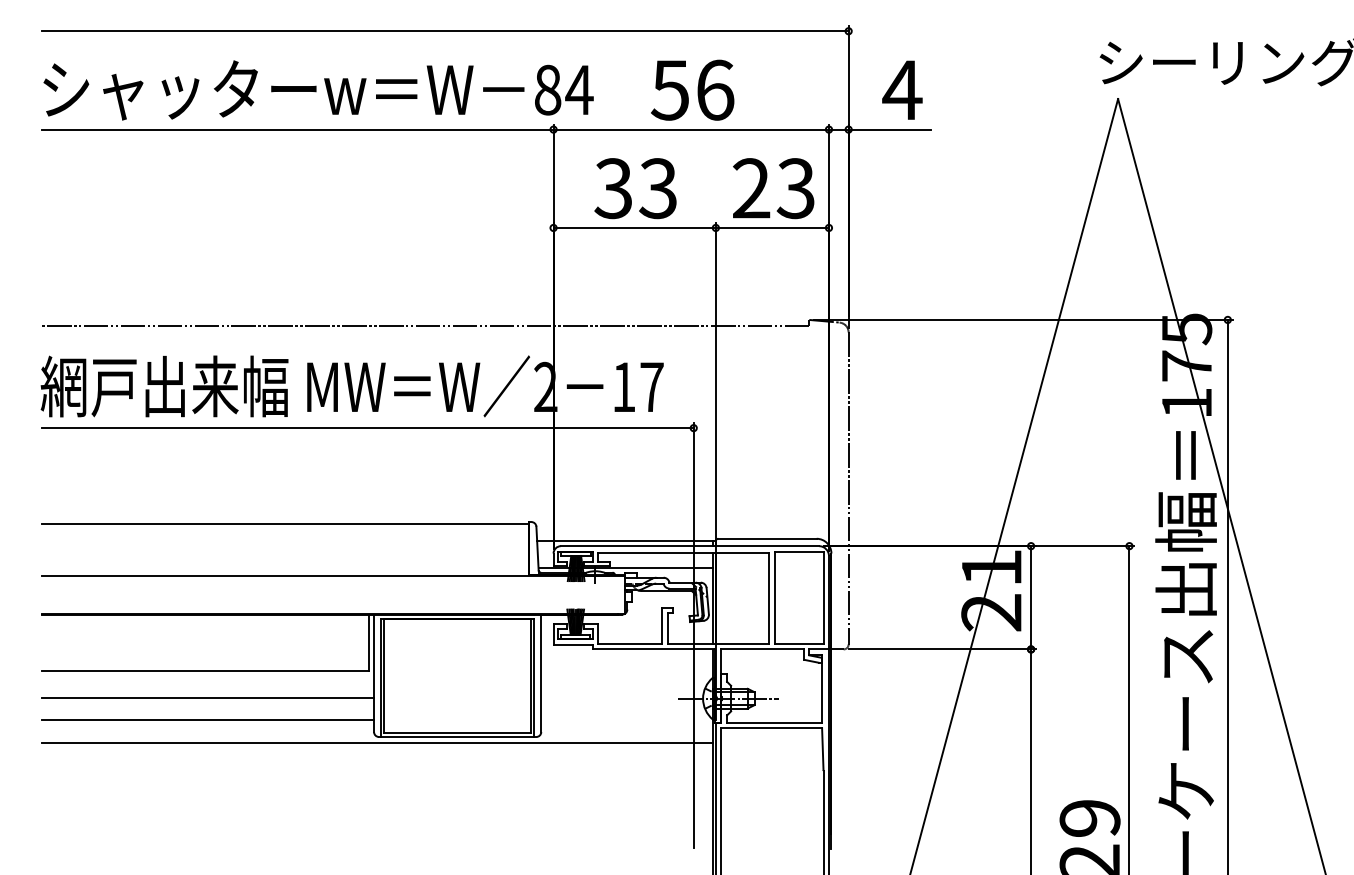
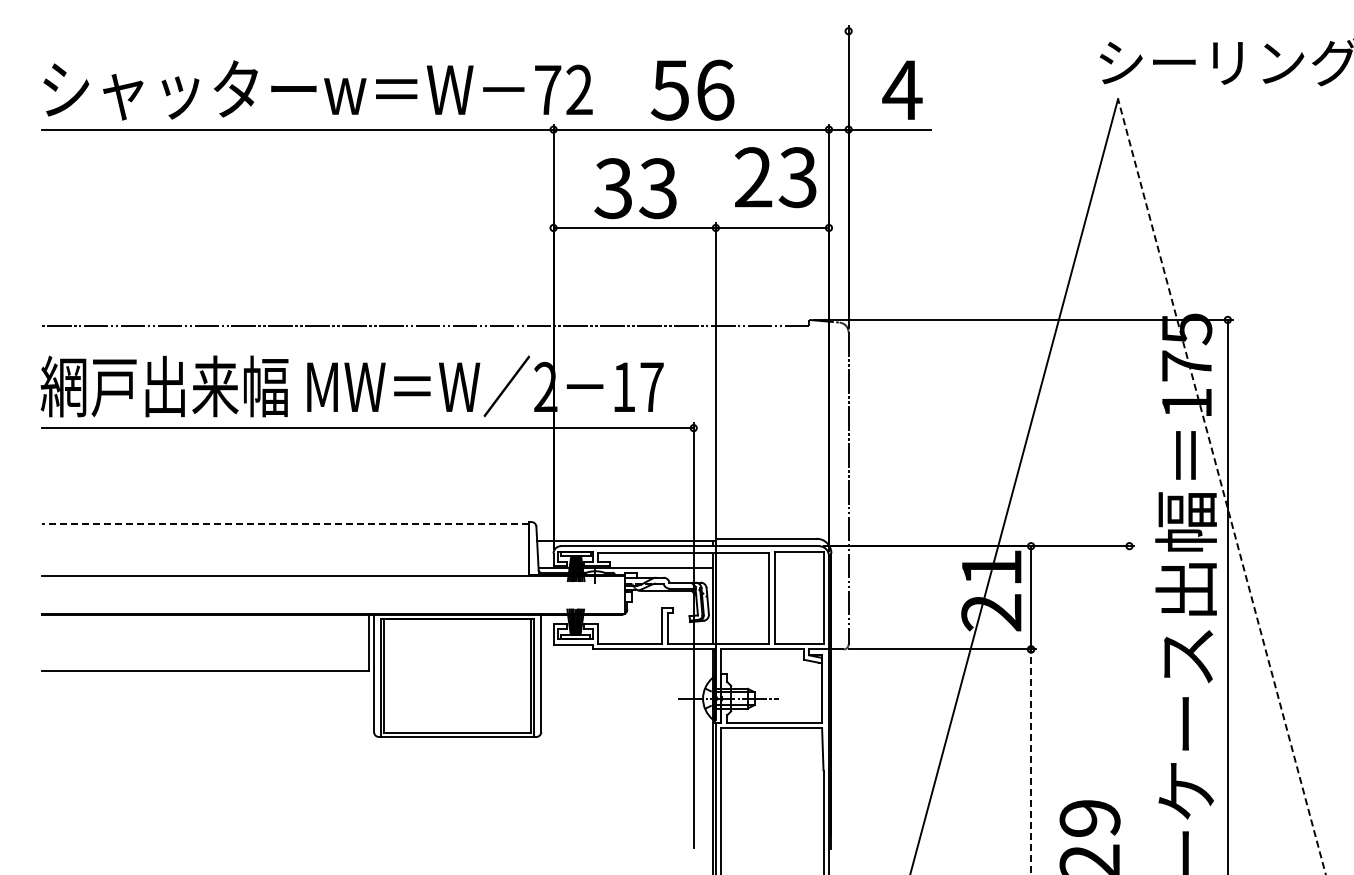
line at (445, 31): present -> none
text at (564, 89): 84 -> 72
text at (773, 188) position: (773, 188) -> (775, 177)
line at (1221, 486): solid -> dashed
line at (285, 523): solid -> dashed
line at (208, 698): present -> none
line at (1129, 708): present -> none
line at (208, 720): present -> none
line at (377, 742): present -> none
line at (1031, 761): solid -> dashed
